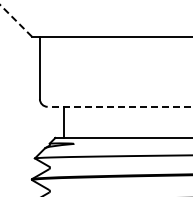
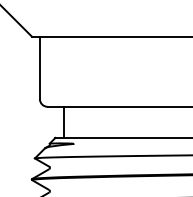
line at (15, 20): dashed -> solid
line at (119, 106): dashed -> solid
